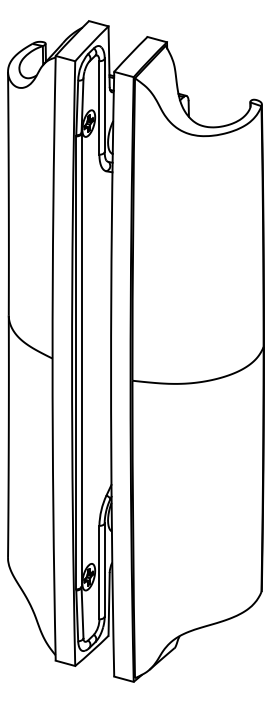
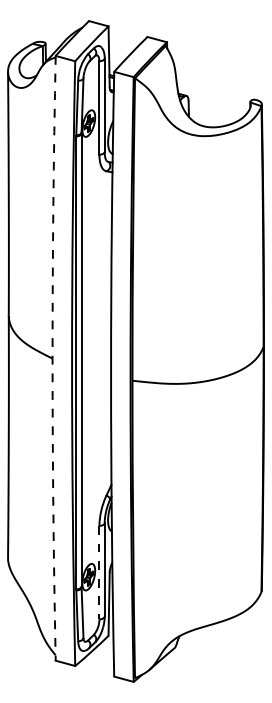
arc at (52, 358): solid -> dashed
line at (99, 572): solid -> dashed
